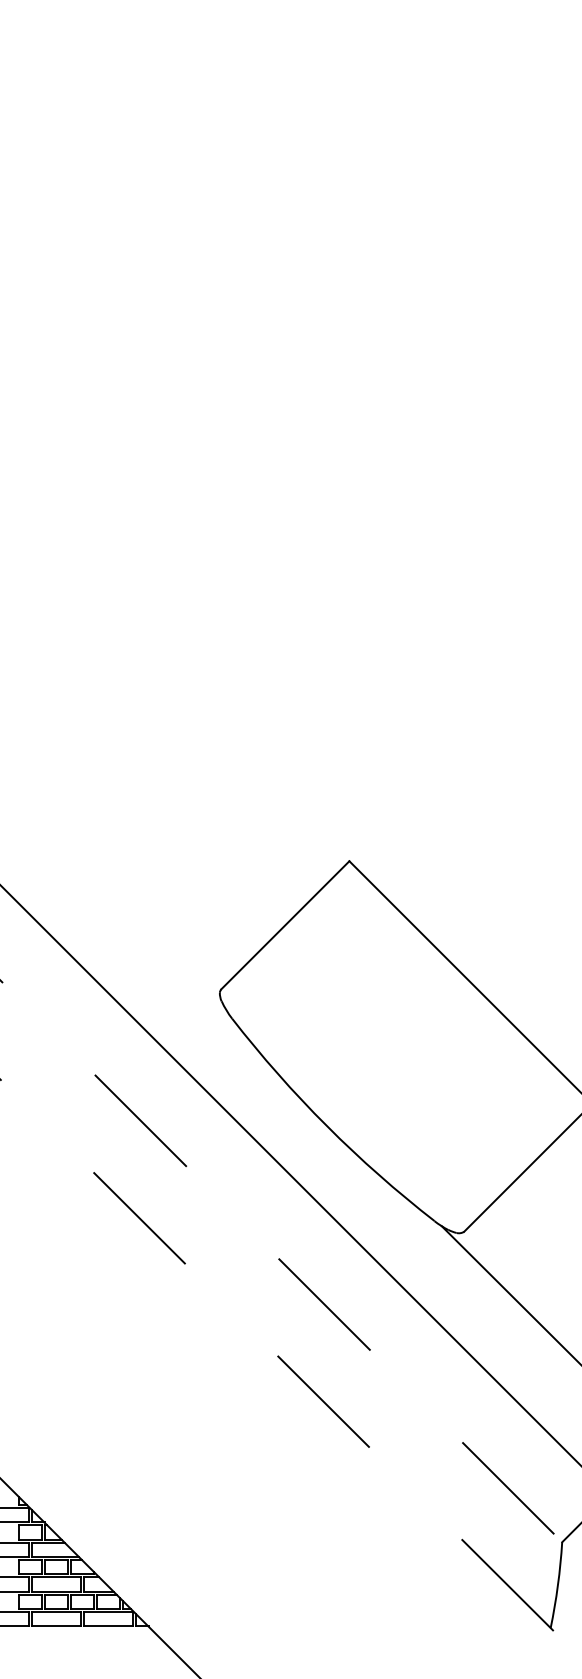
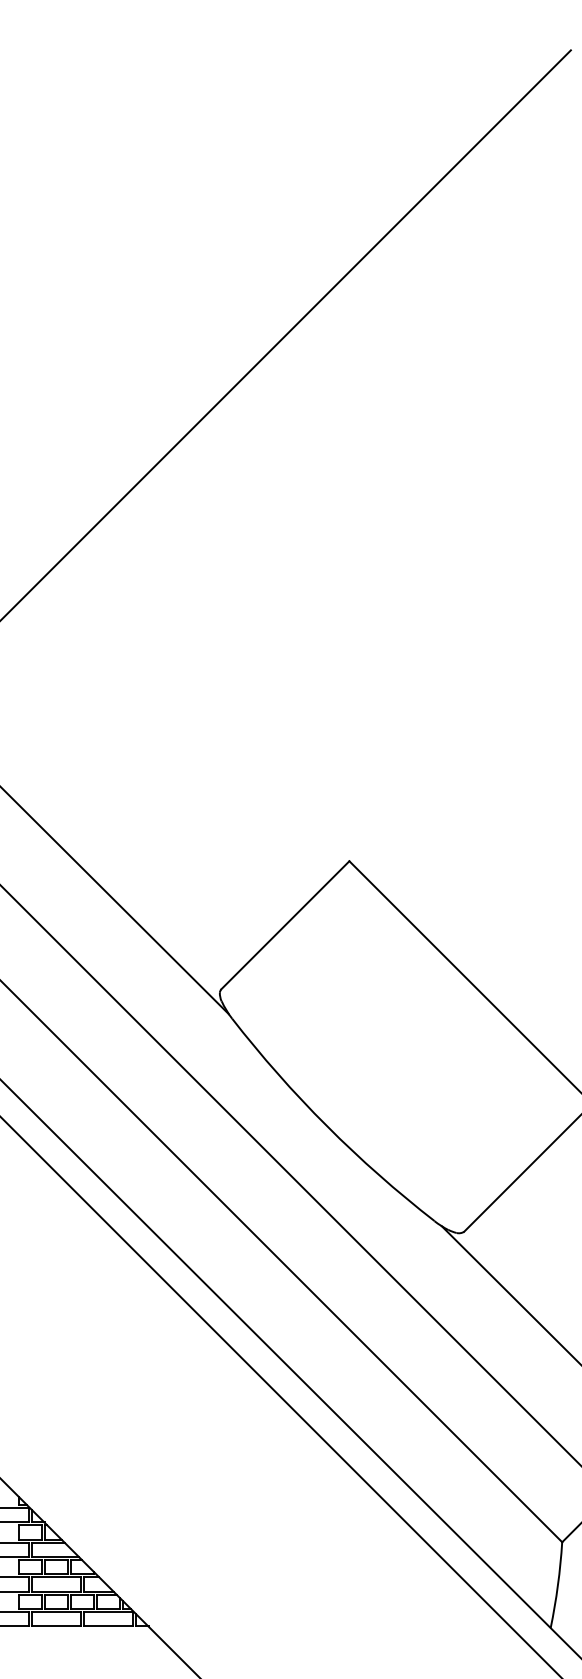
line at (286, 334): none -> present
line at (115, 901): none -> present
line at (281, 1261): dashed -> solid
line at (290, 1369): dashed -> solid
line at (280, 1396): none -> present
